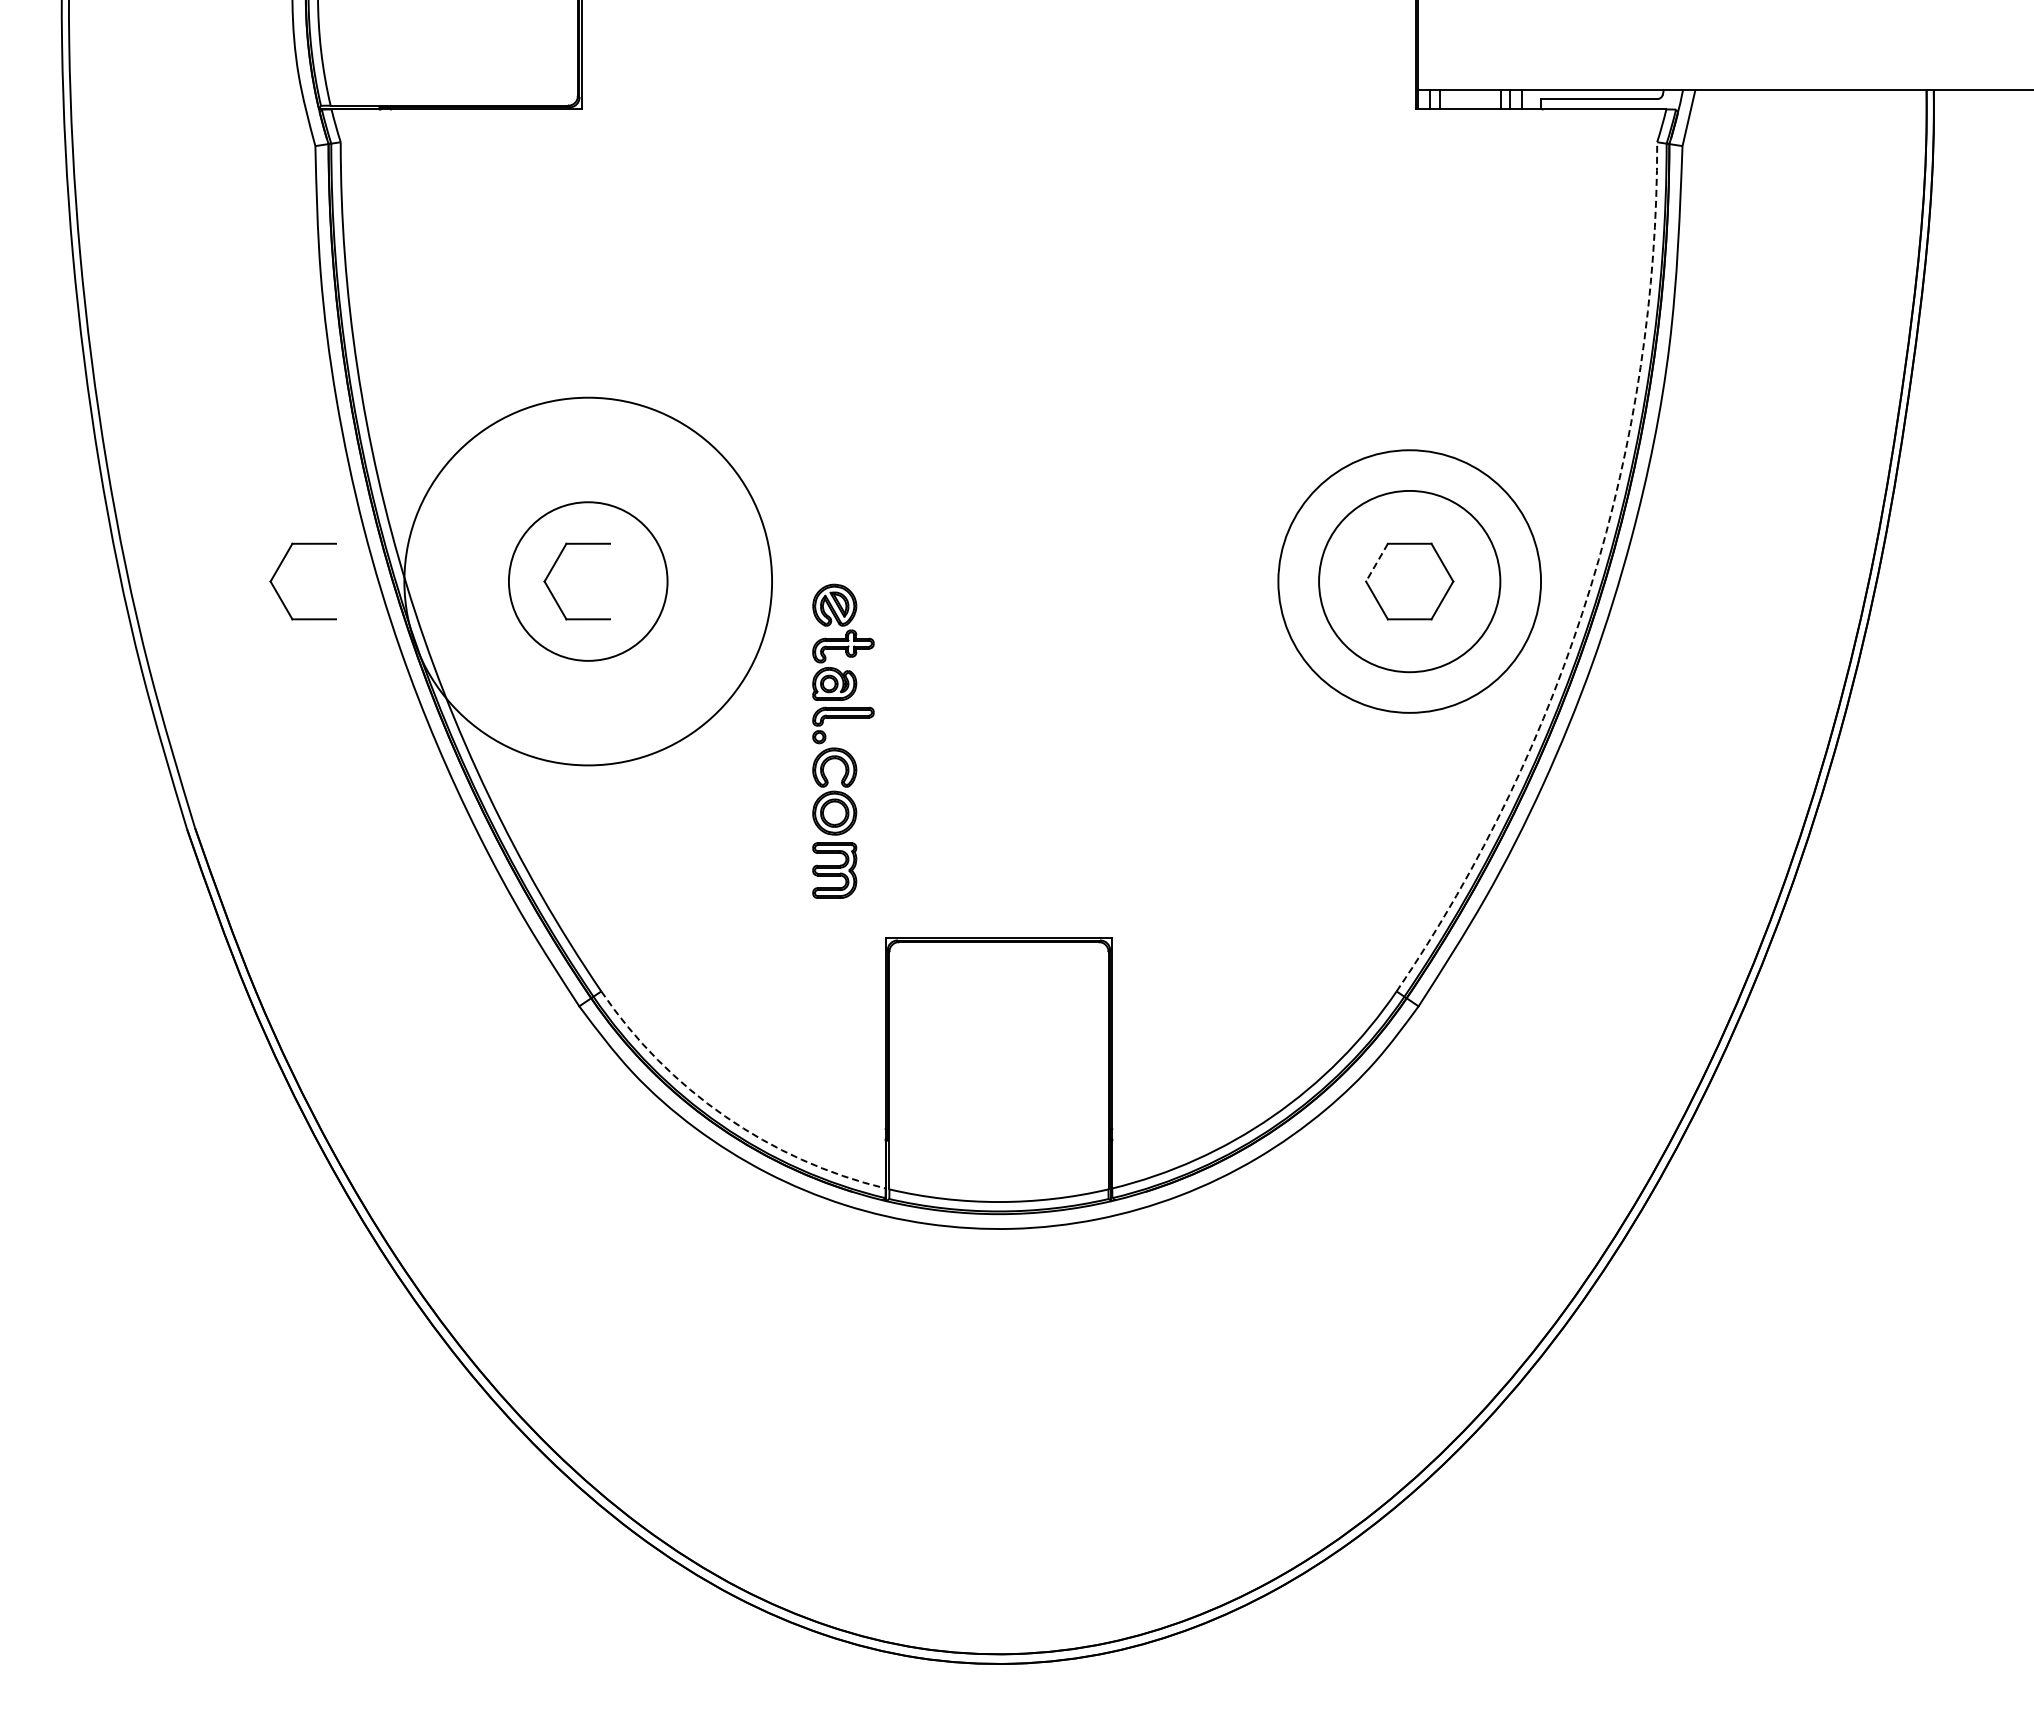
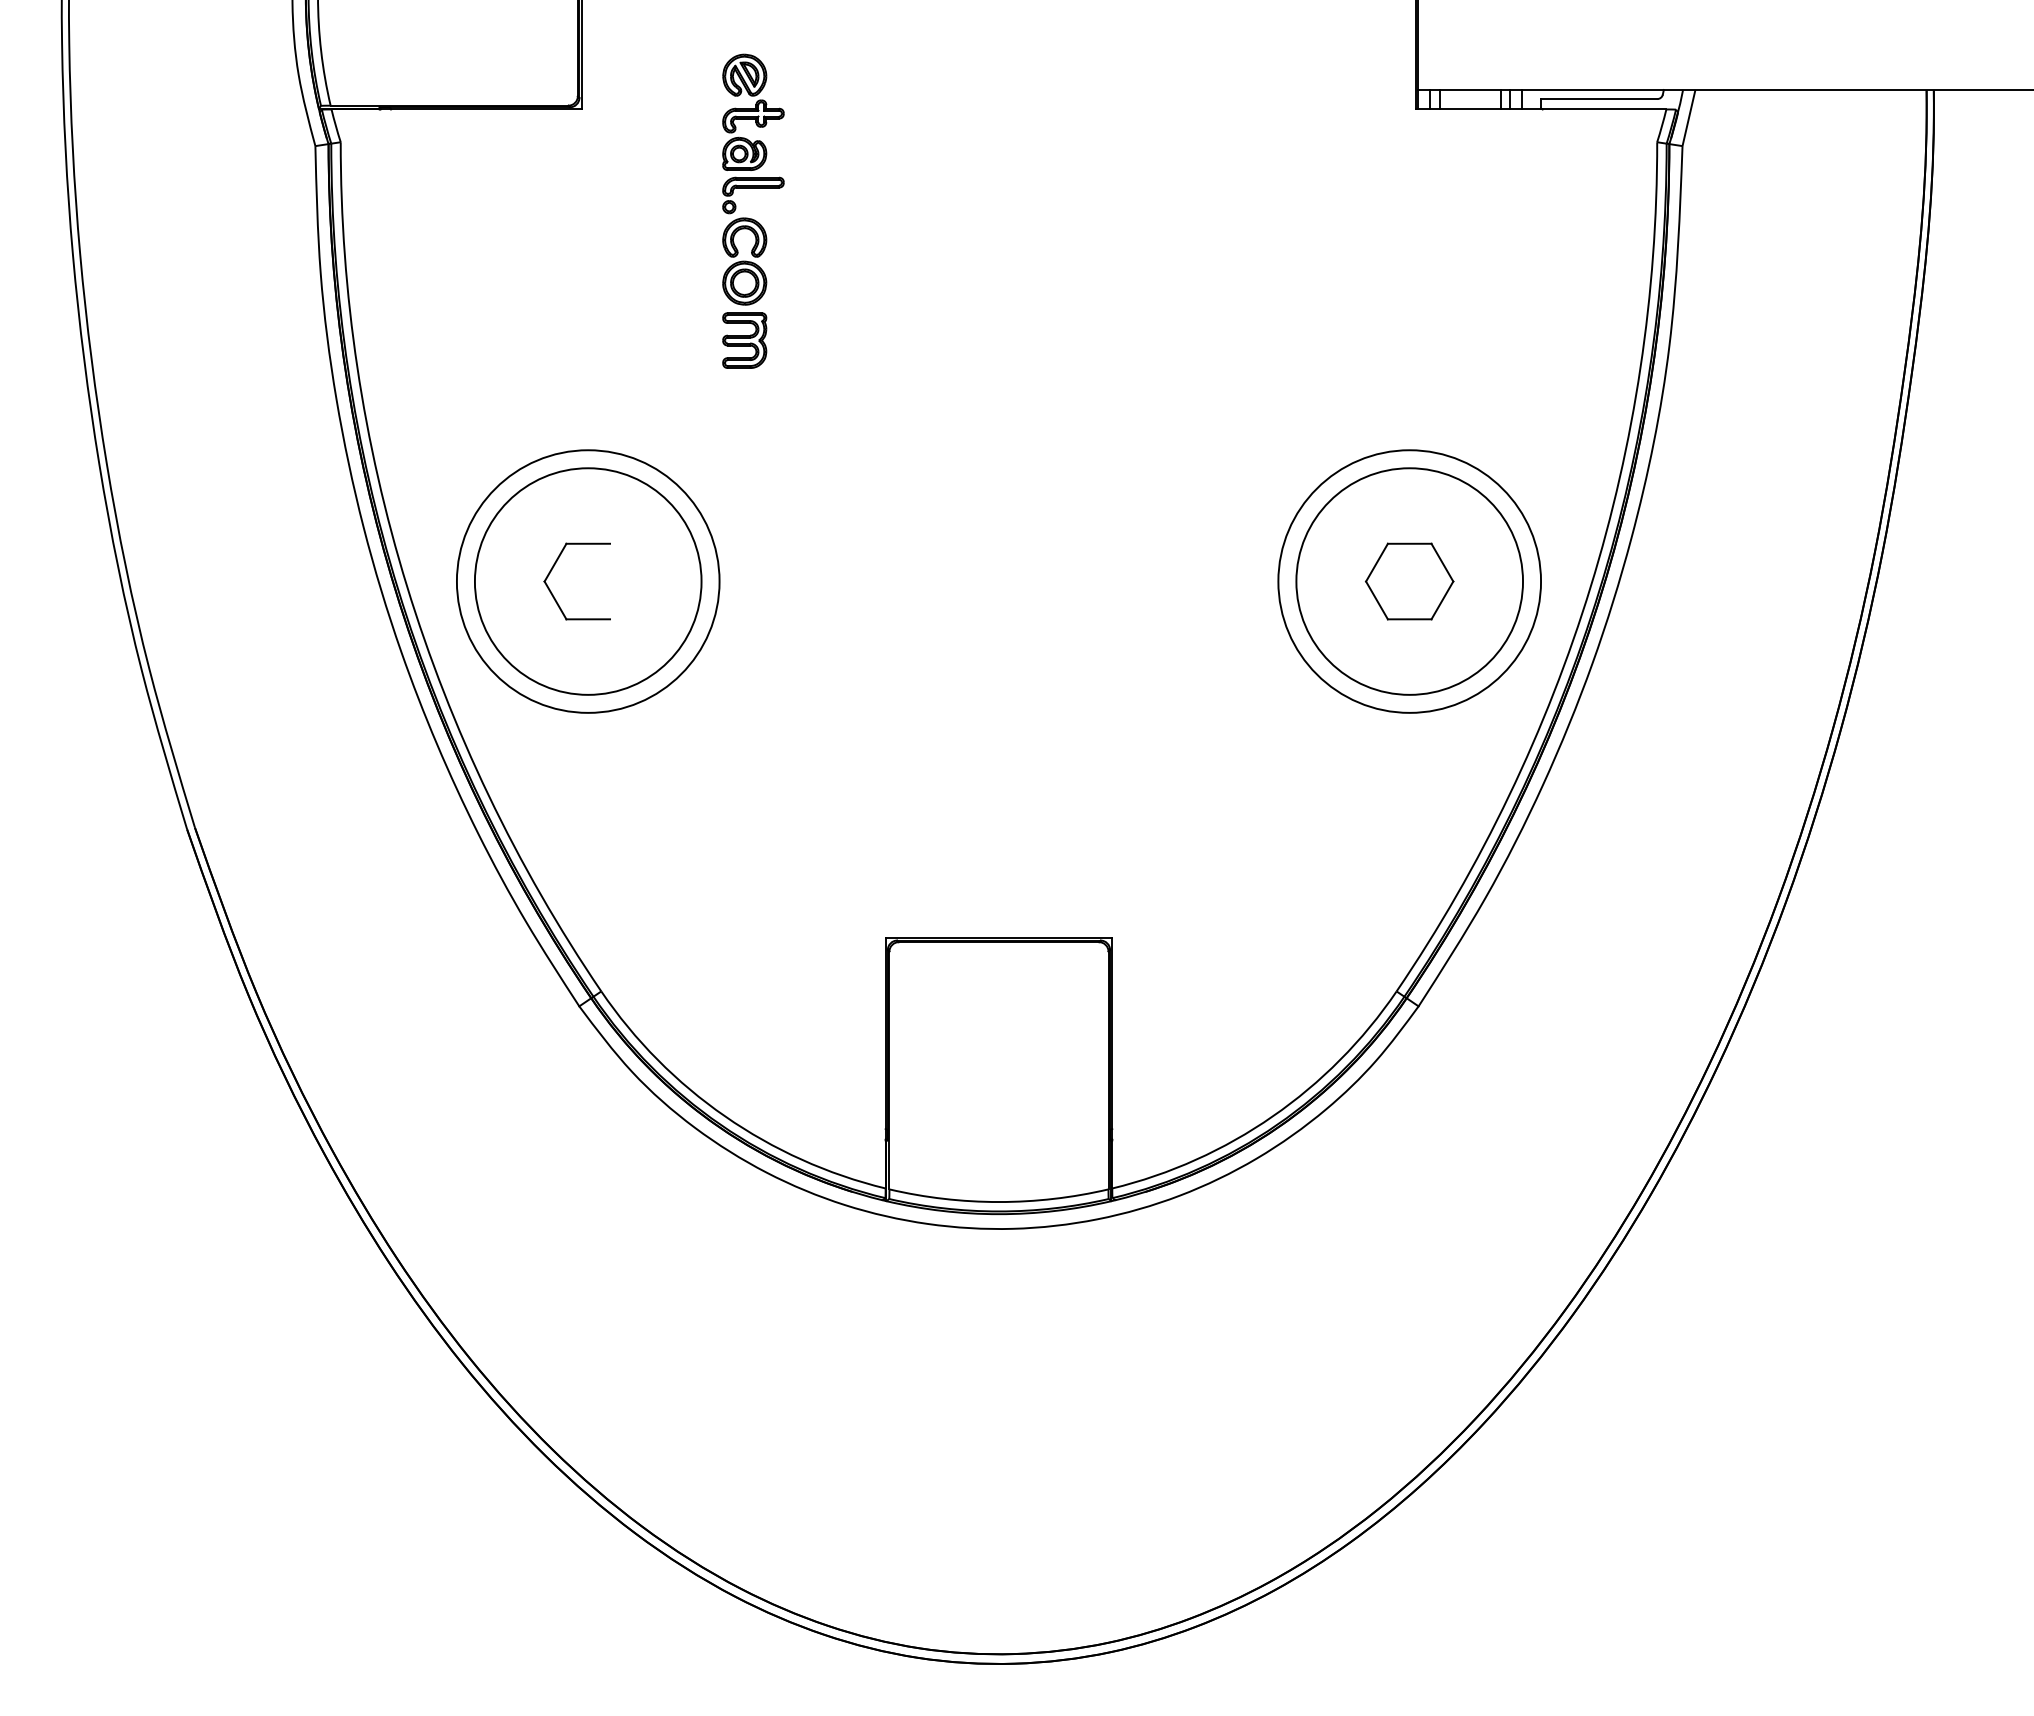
line at (1376, 562): dashed -> solid
part at (278, 570): present -> none
circle at (587, 581) diameter: 159 px -> 227 px
circle at (588, 581) diameter: 368 px -> 263 px
circle at (1409, 581) diameter: 181 px -> 227 px
arc at (1590, 586): dashed -> solid
part at (842, 748) position: (842, 748) -> (752, 218)
arc at (725, 1116): dashed -> solid
